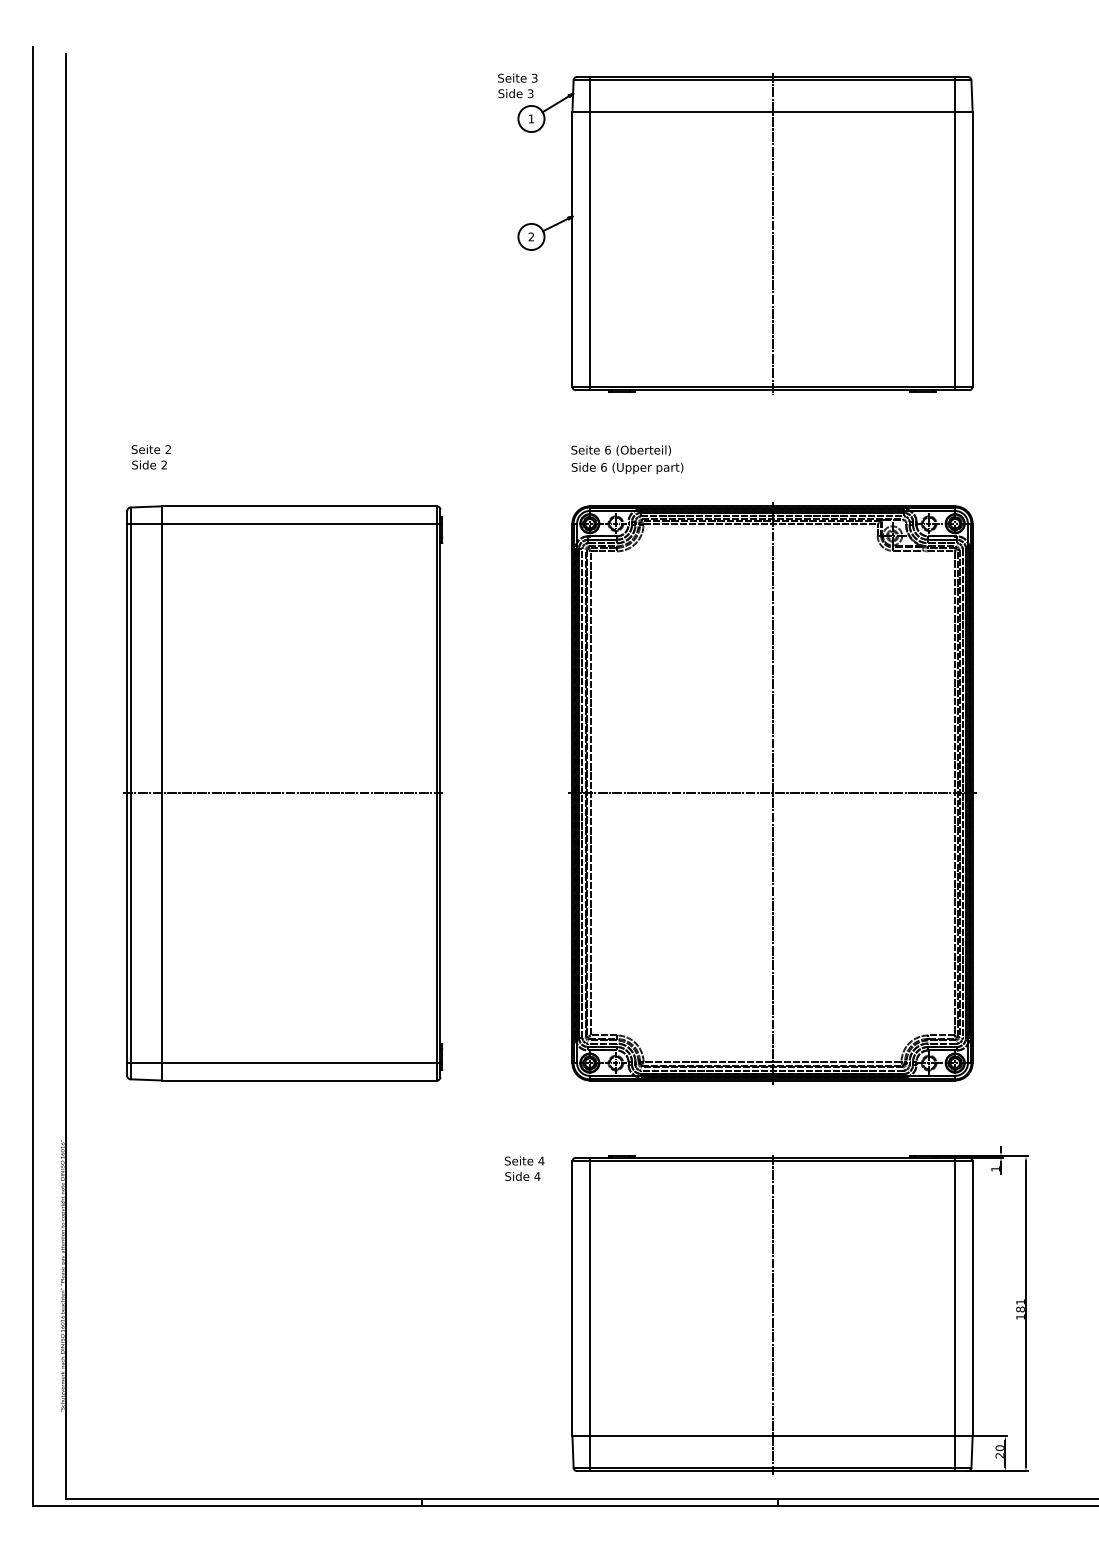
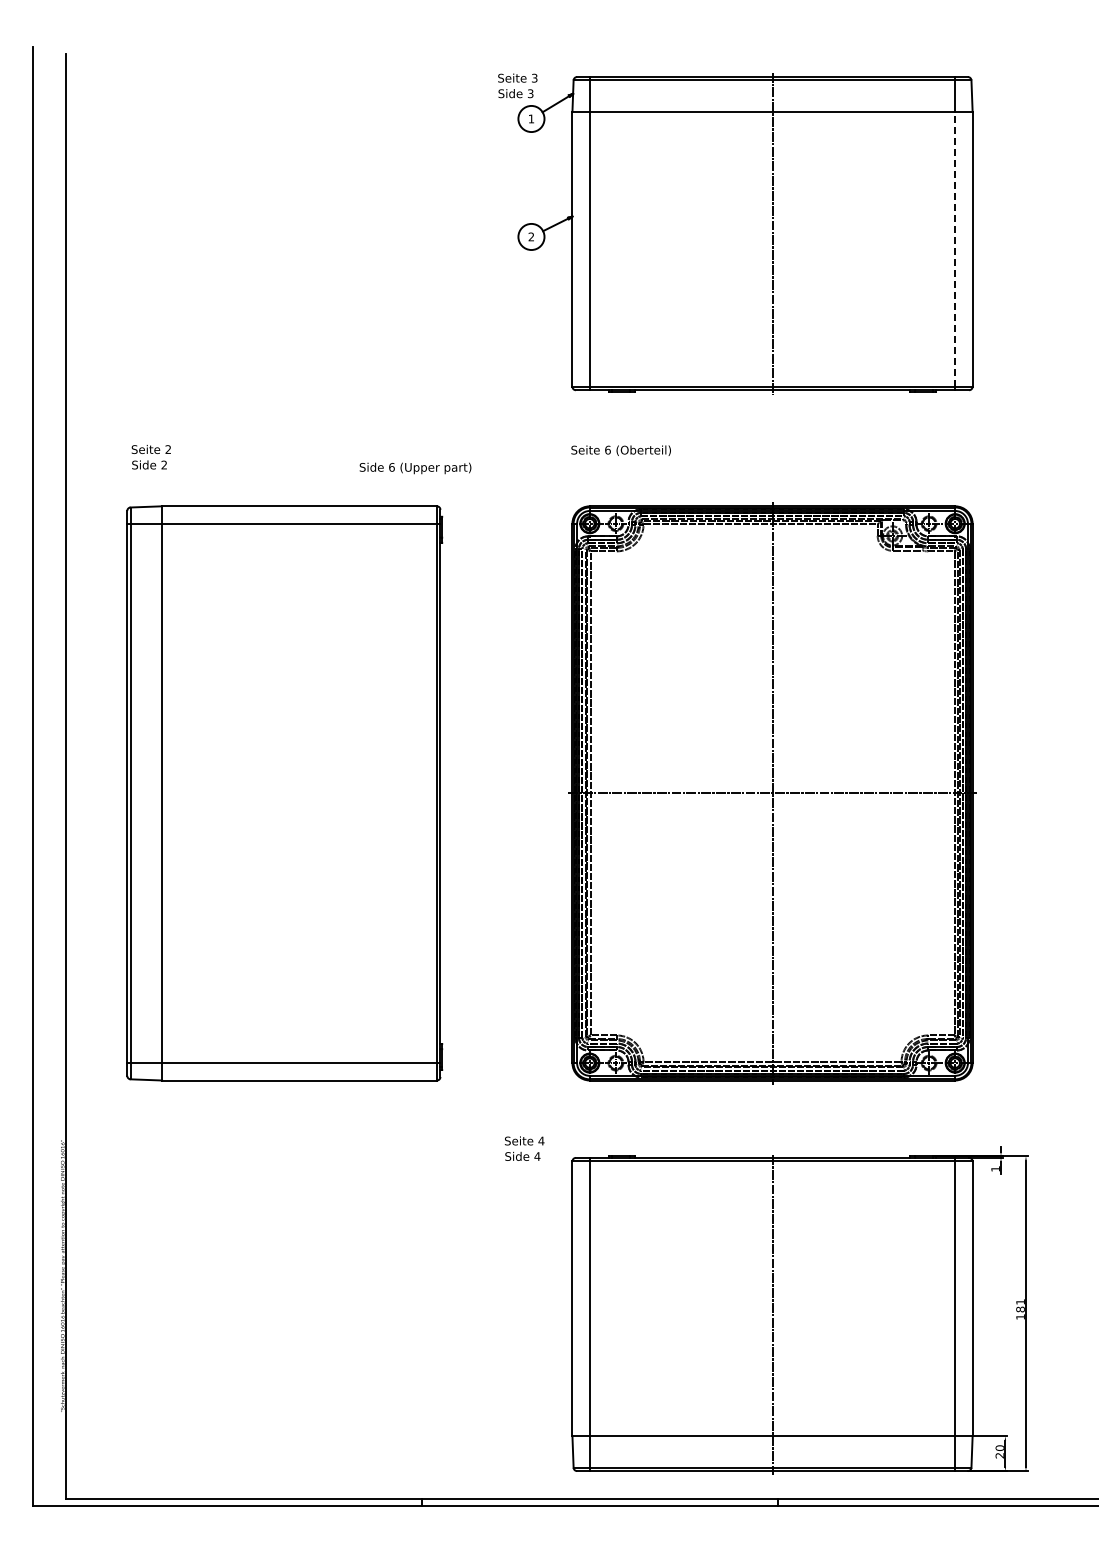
line at (955, 248): solid -> dashed
text at (627, 468) position: (627, 468) -> (415, 468)
line at (283, 793): present -> none
text at (524, 1168) position: (524, 1168) -> (524, 1148)
